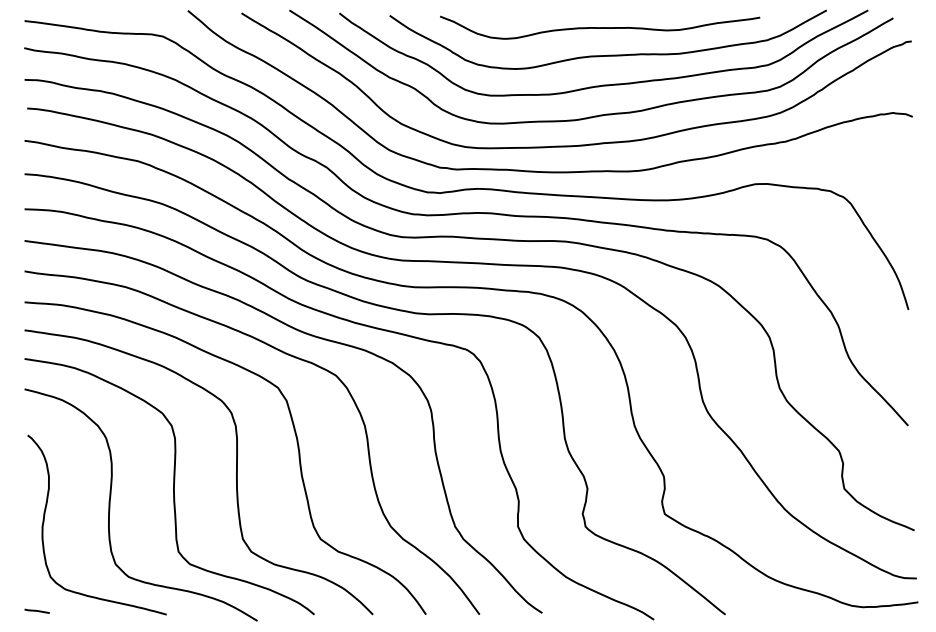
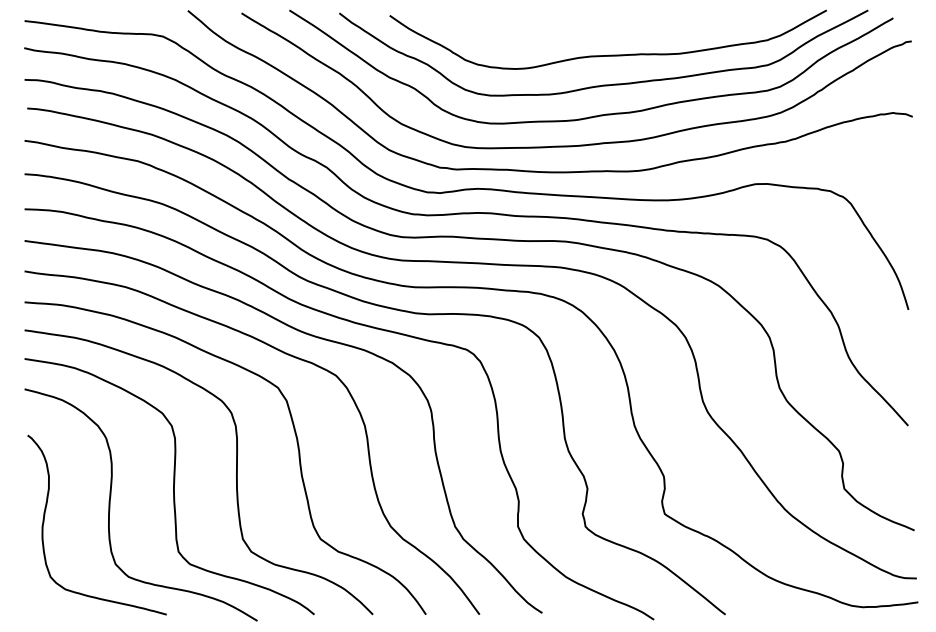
curve at (600, 27): present -> none
line at (36, 610): present -> none
